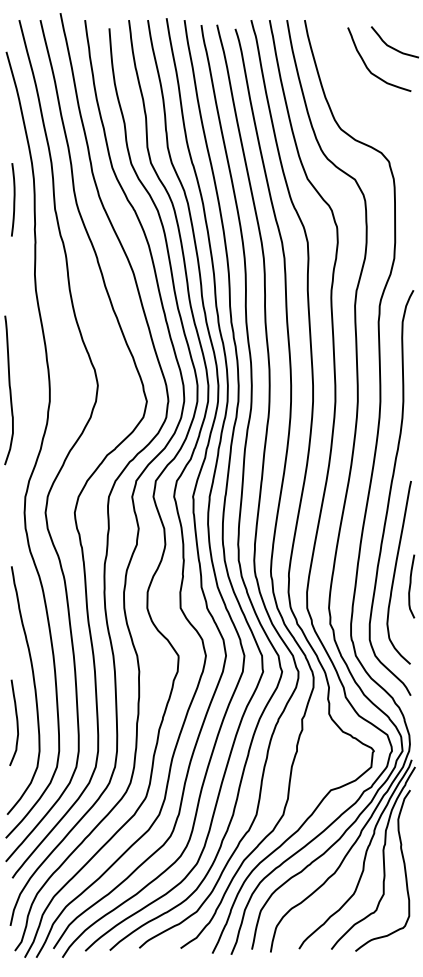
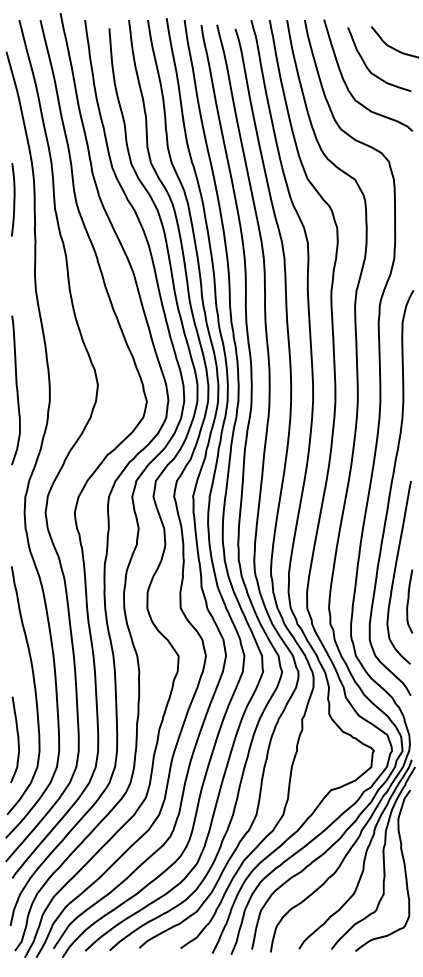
curve at (347, 85): none -> present
curve at (9, 390) position: (9, 390) -> (16, 390)
curve at (411, 585) position: (411, 585) -> (409, 600)
curve at (16, 722) position: (16, 722) -> (17, 739)
